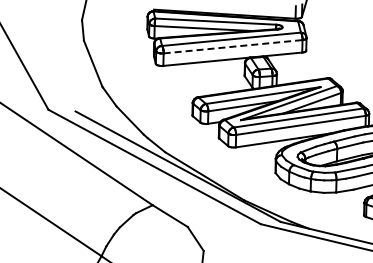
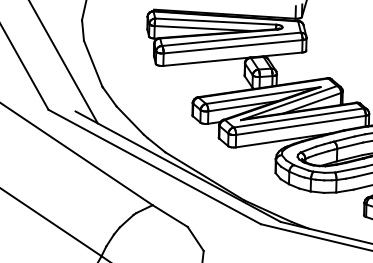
line at (233, 46): dashed -> solid
line at (63, 62): none -> present
